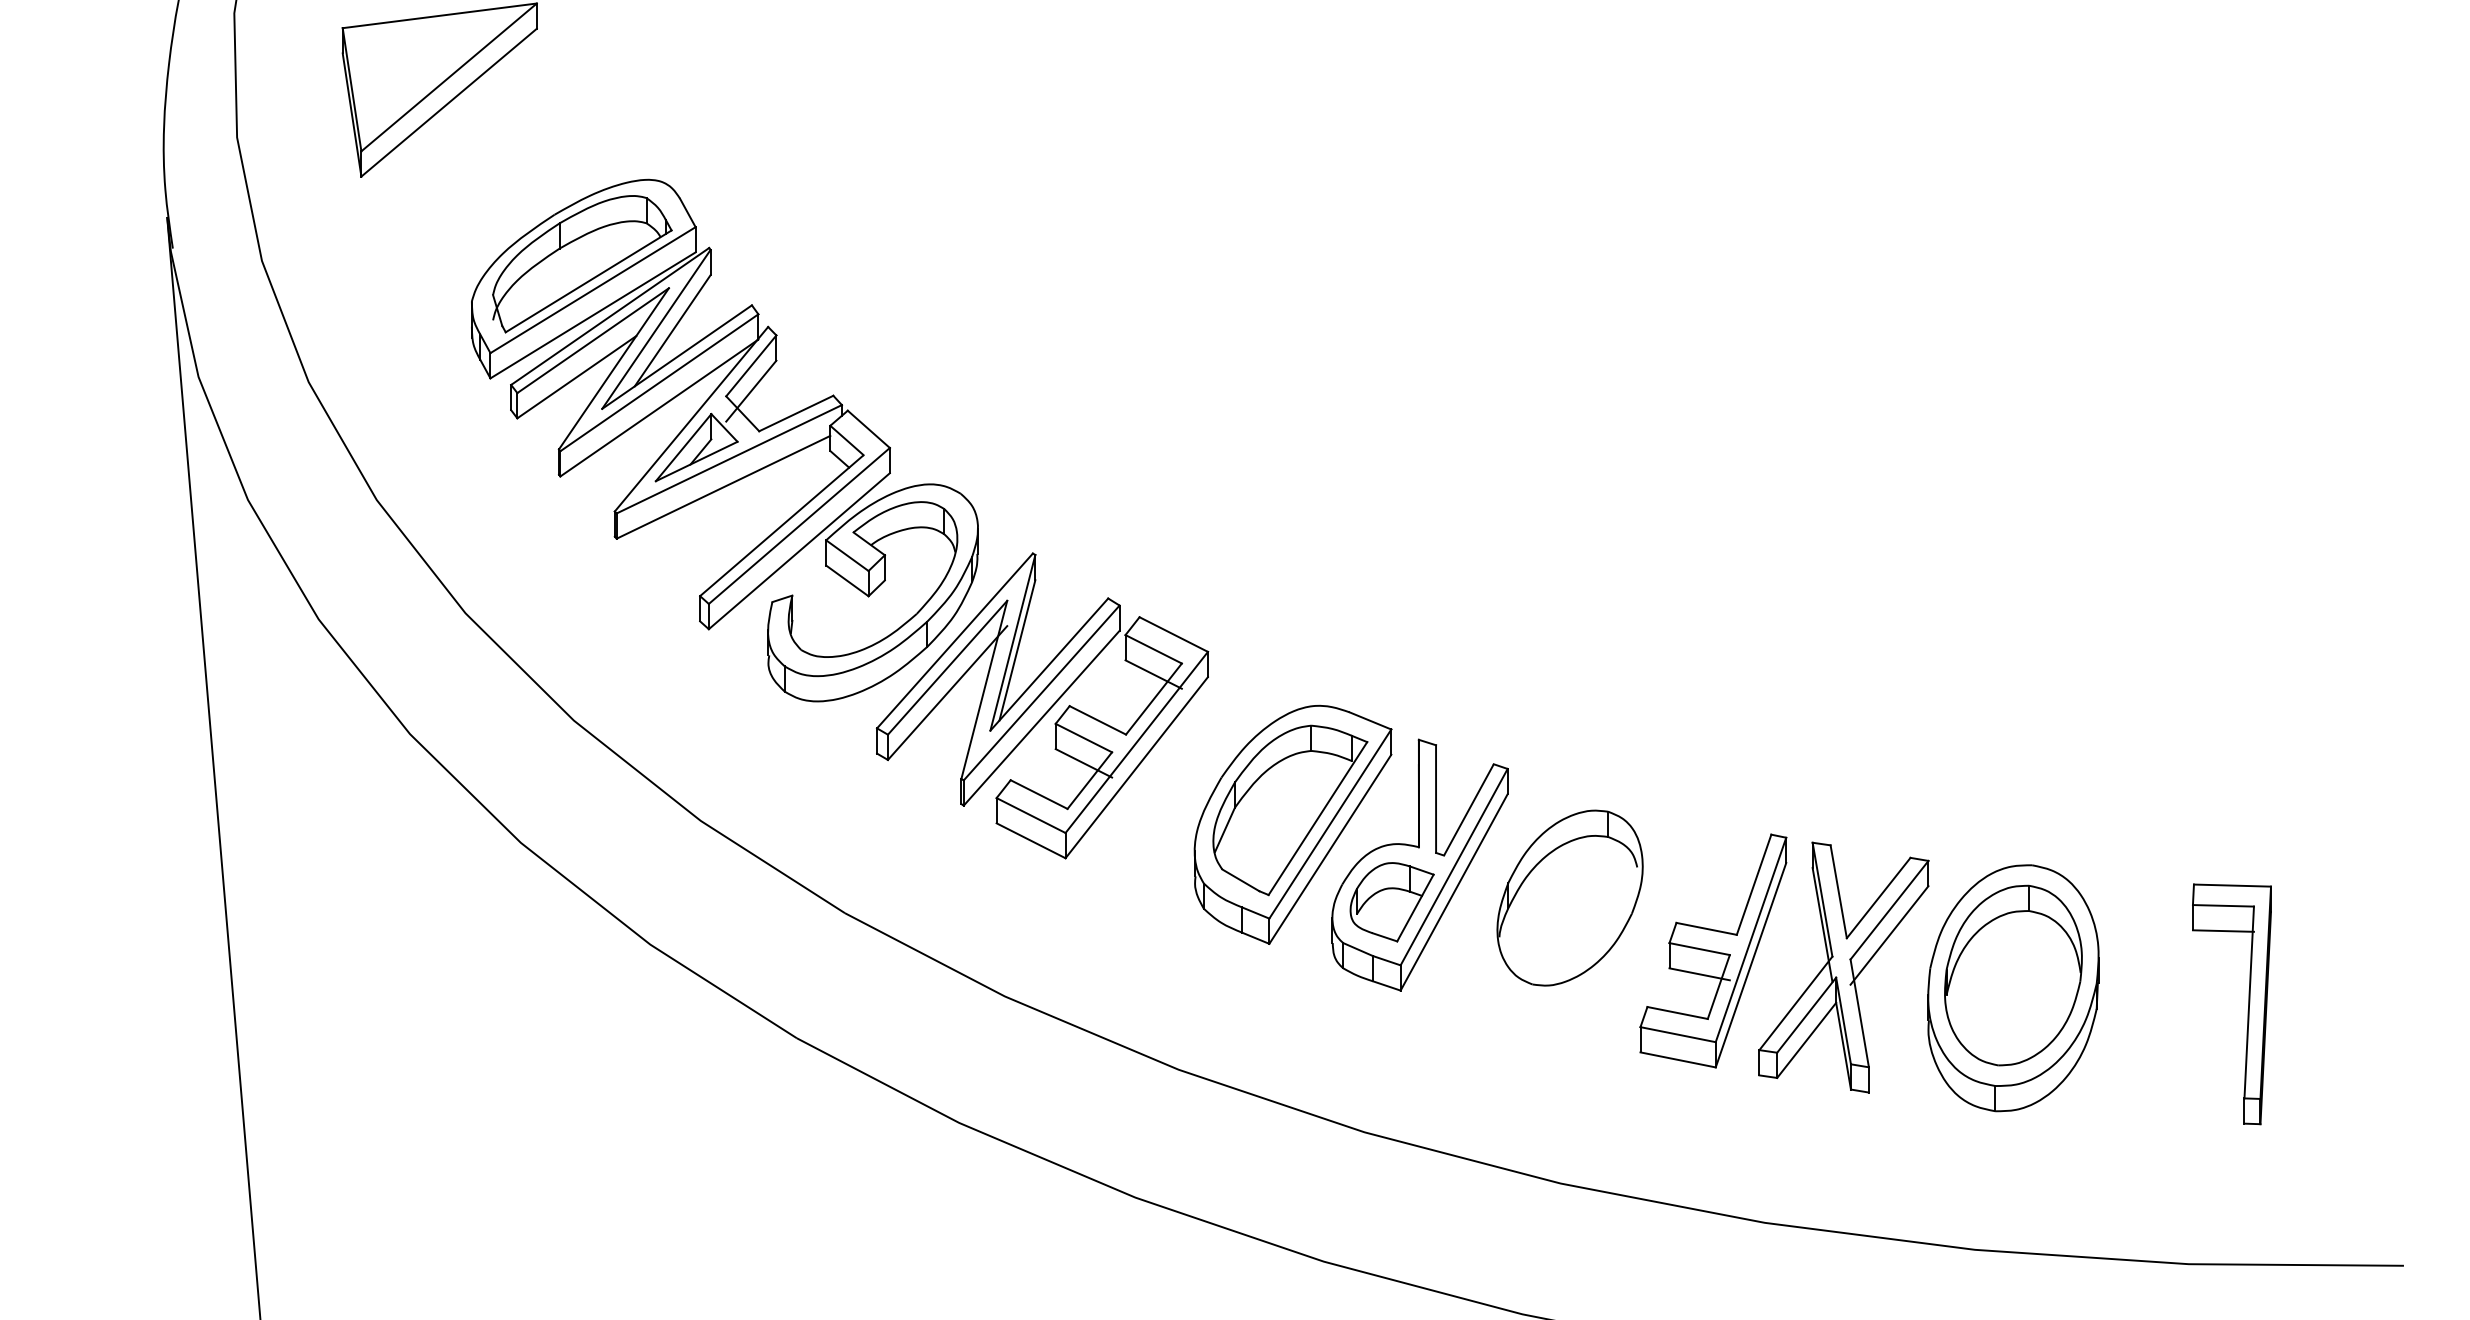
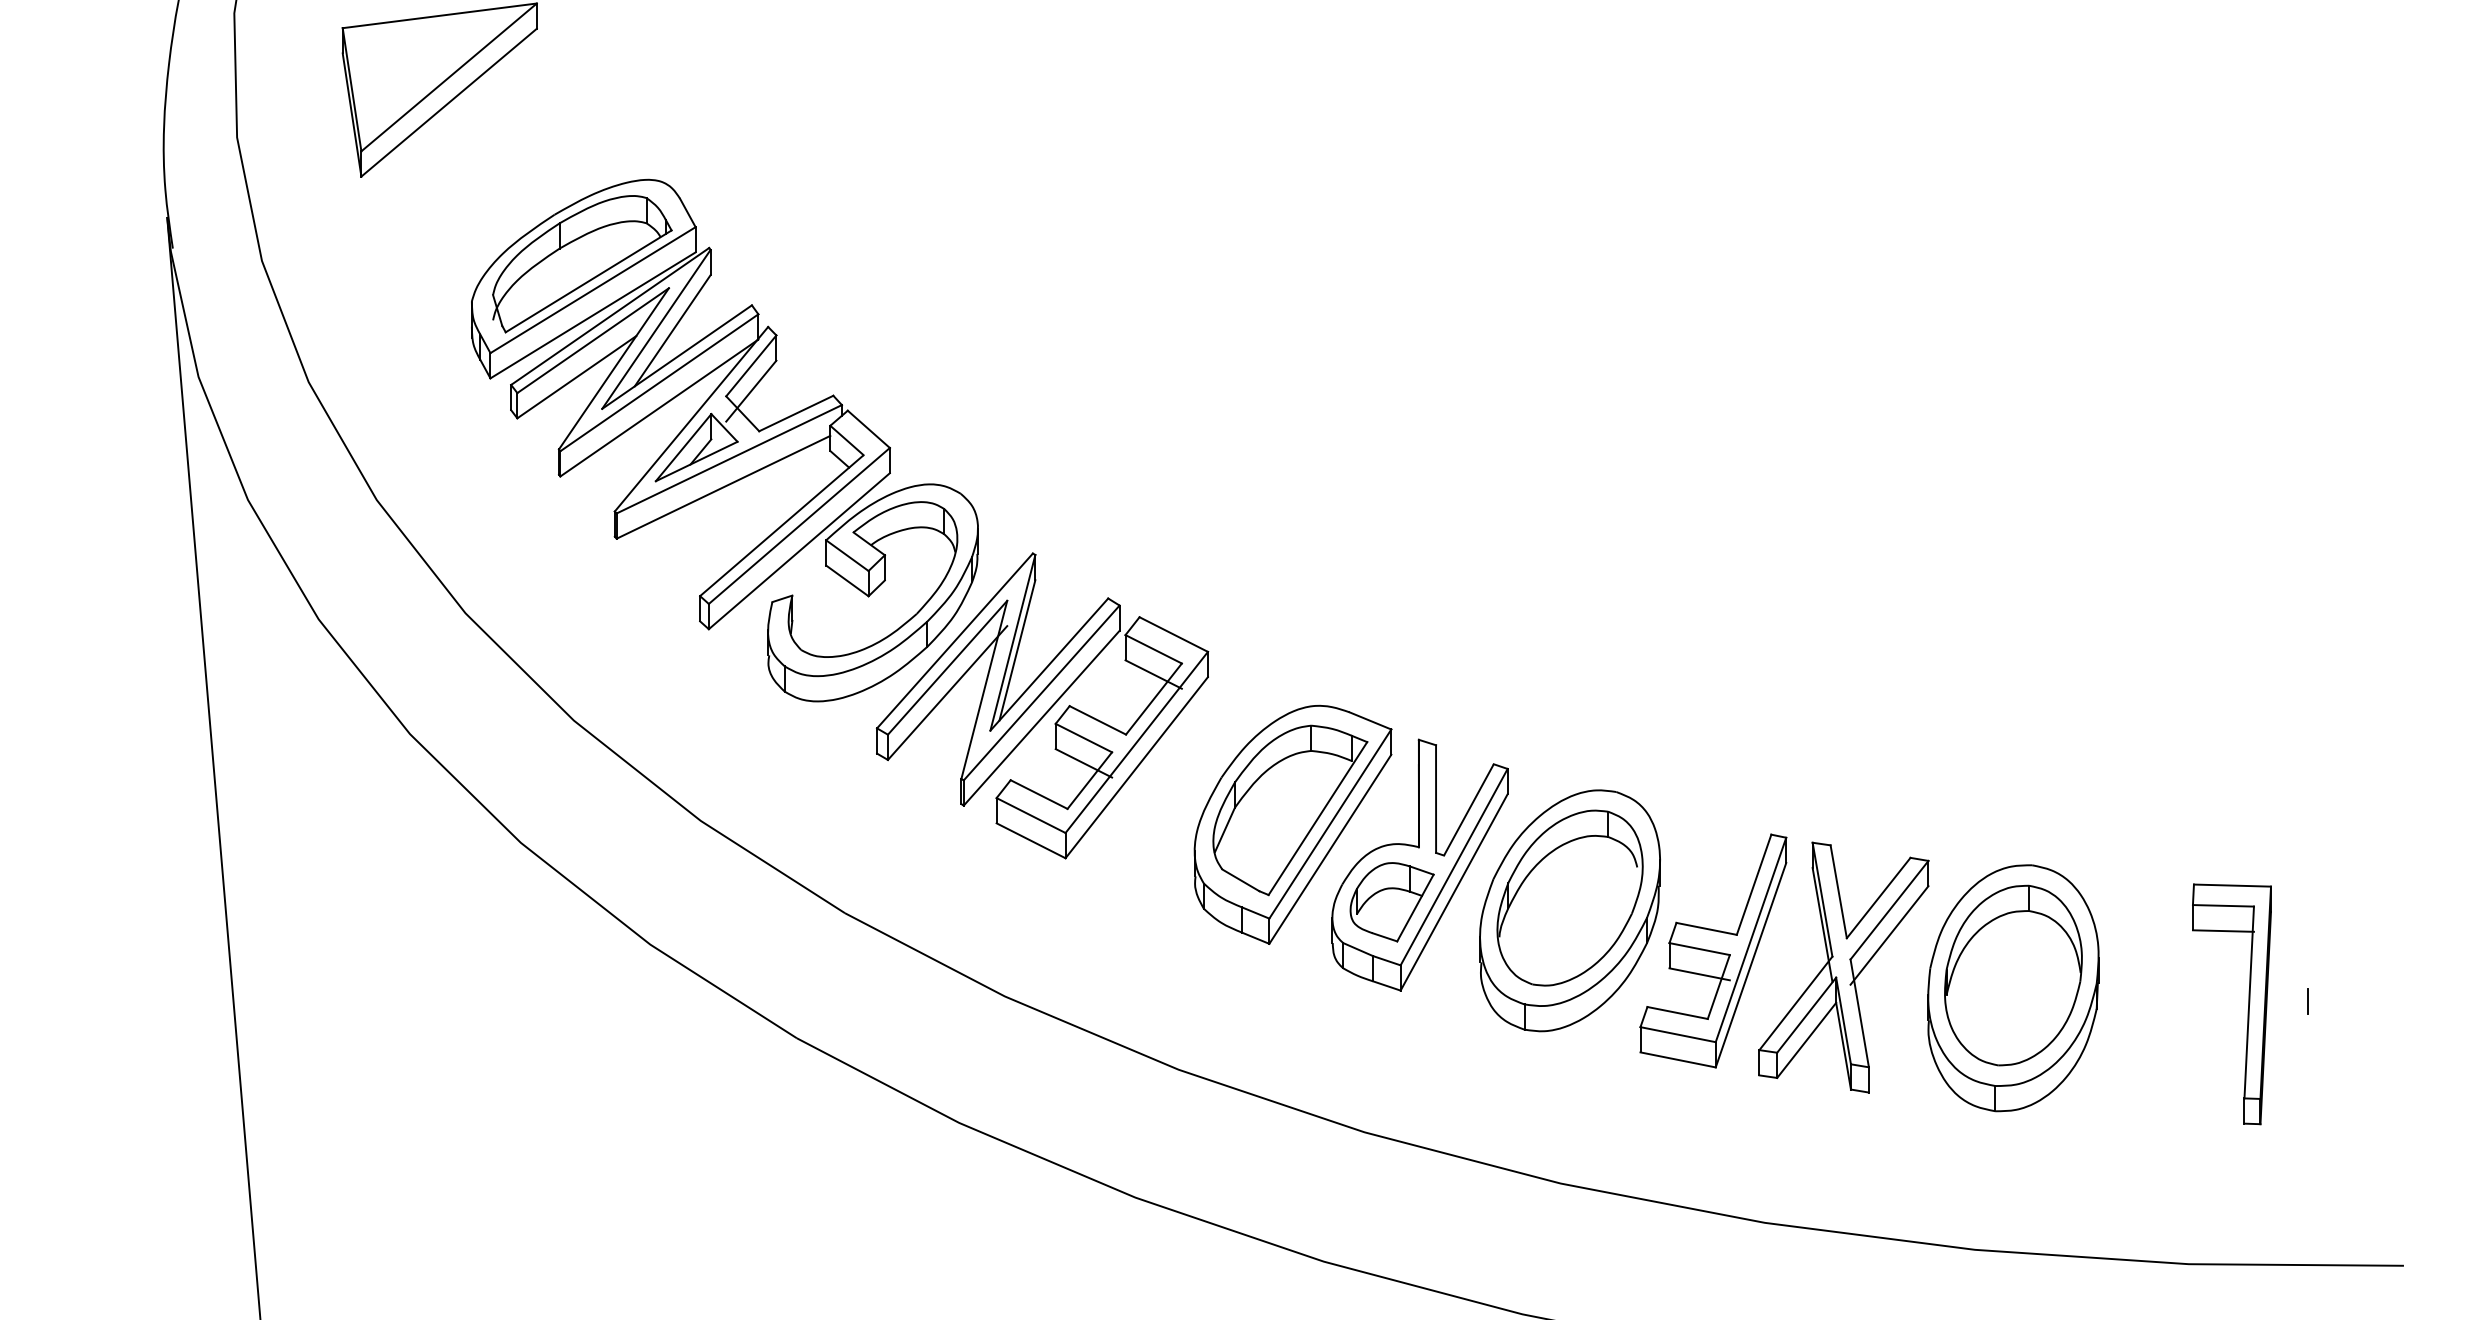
part at (1569, 910): none -> present
line at (2308, 1000): none -> present
